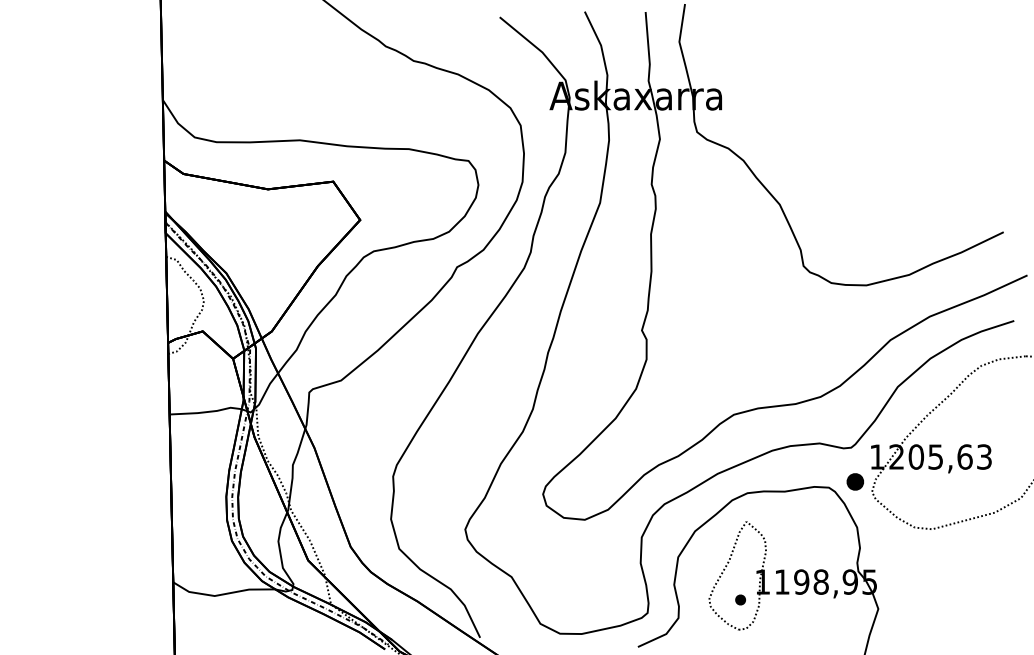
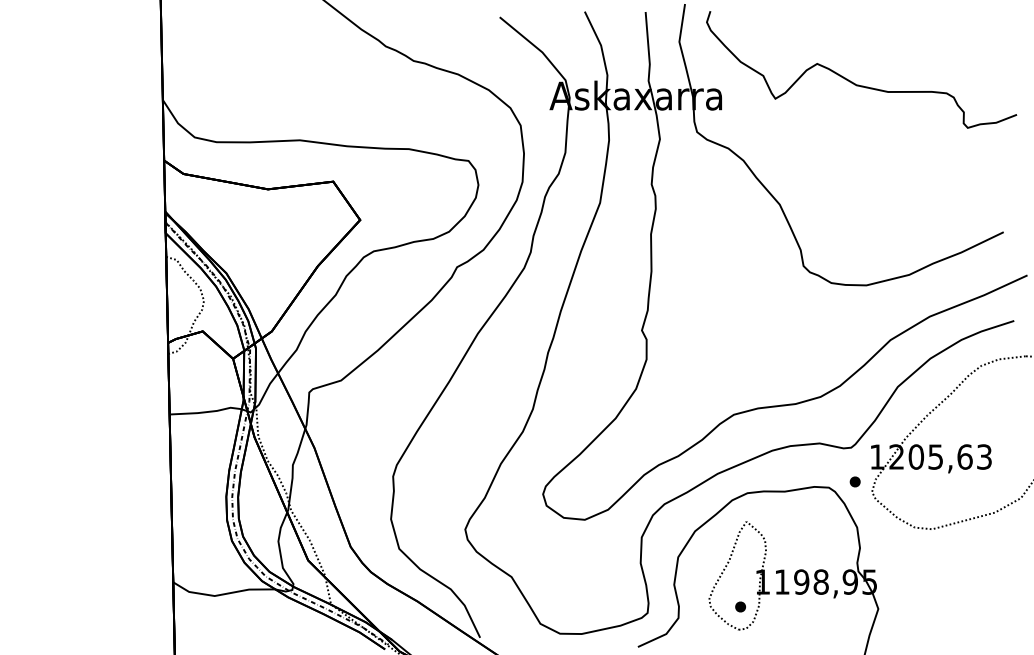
curve at (852, 81): none -> present
part at (854, 481) size: 18x18 px -> 12x12 px
part at (740, 599) position: (740, 599) -> (740, 606)
